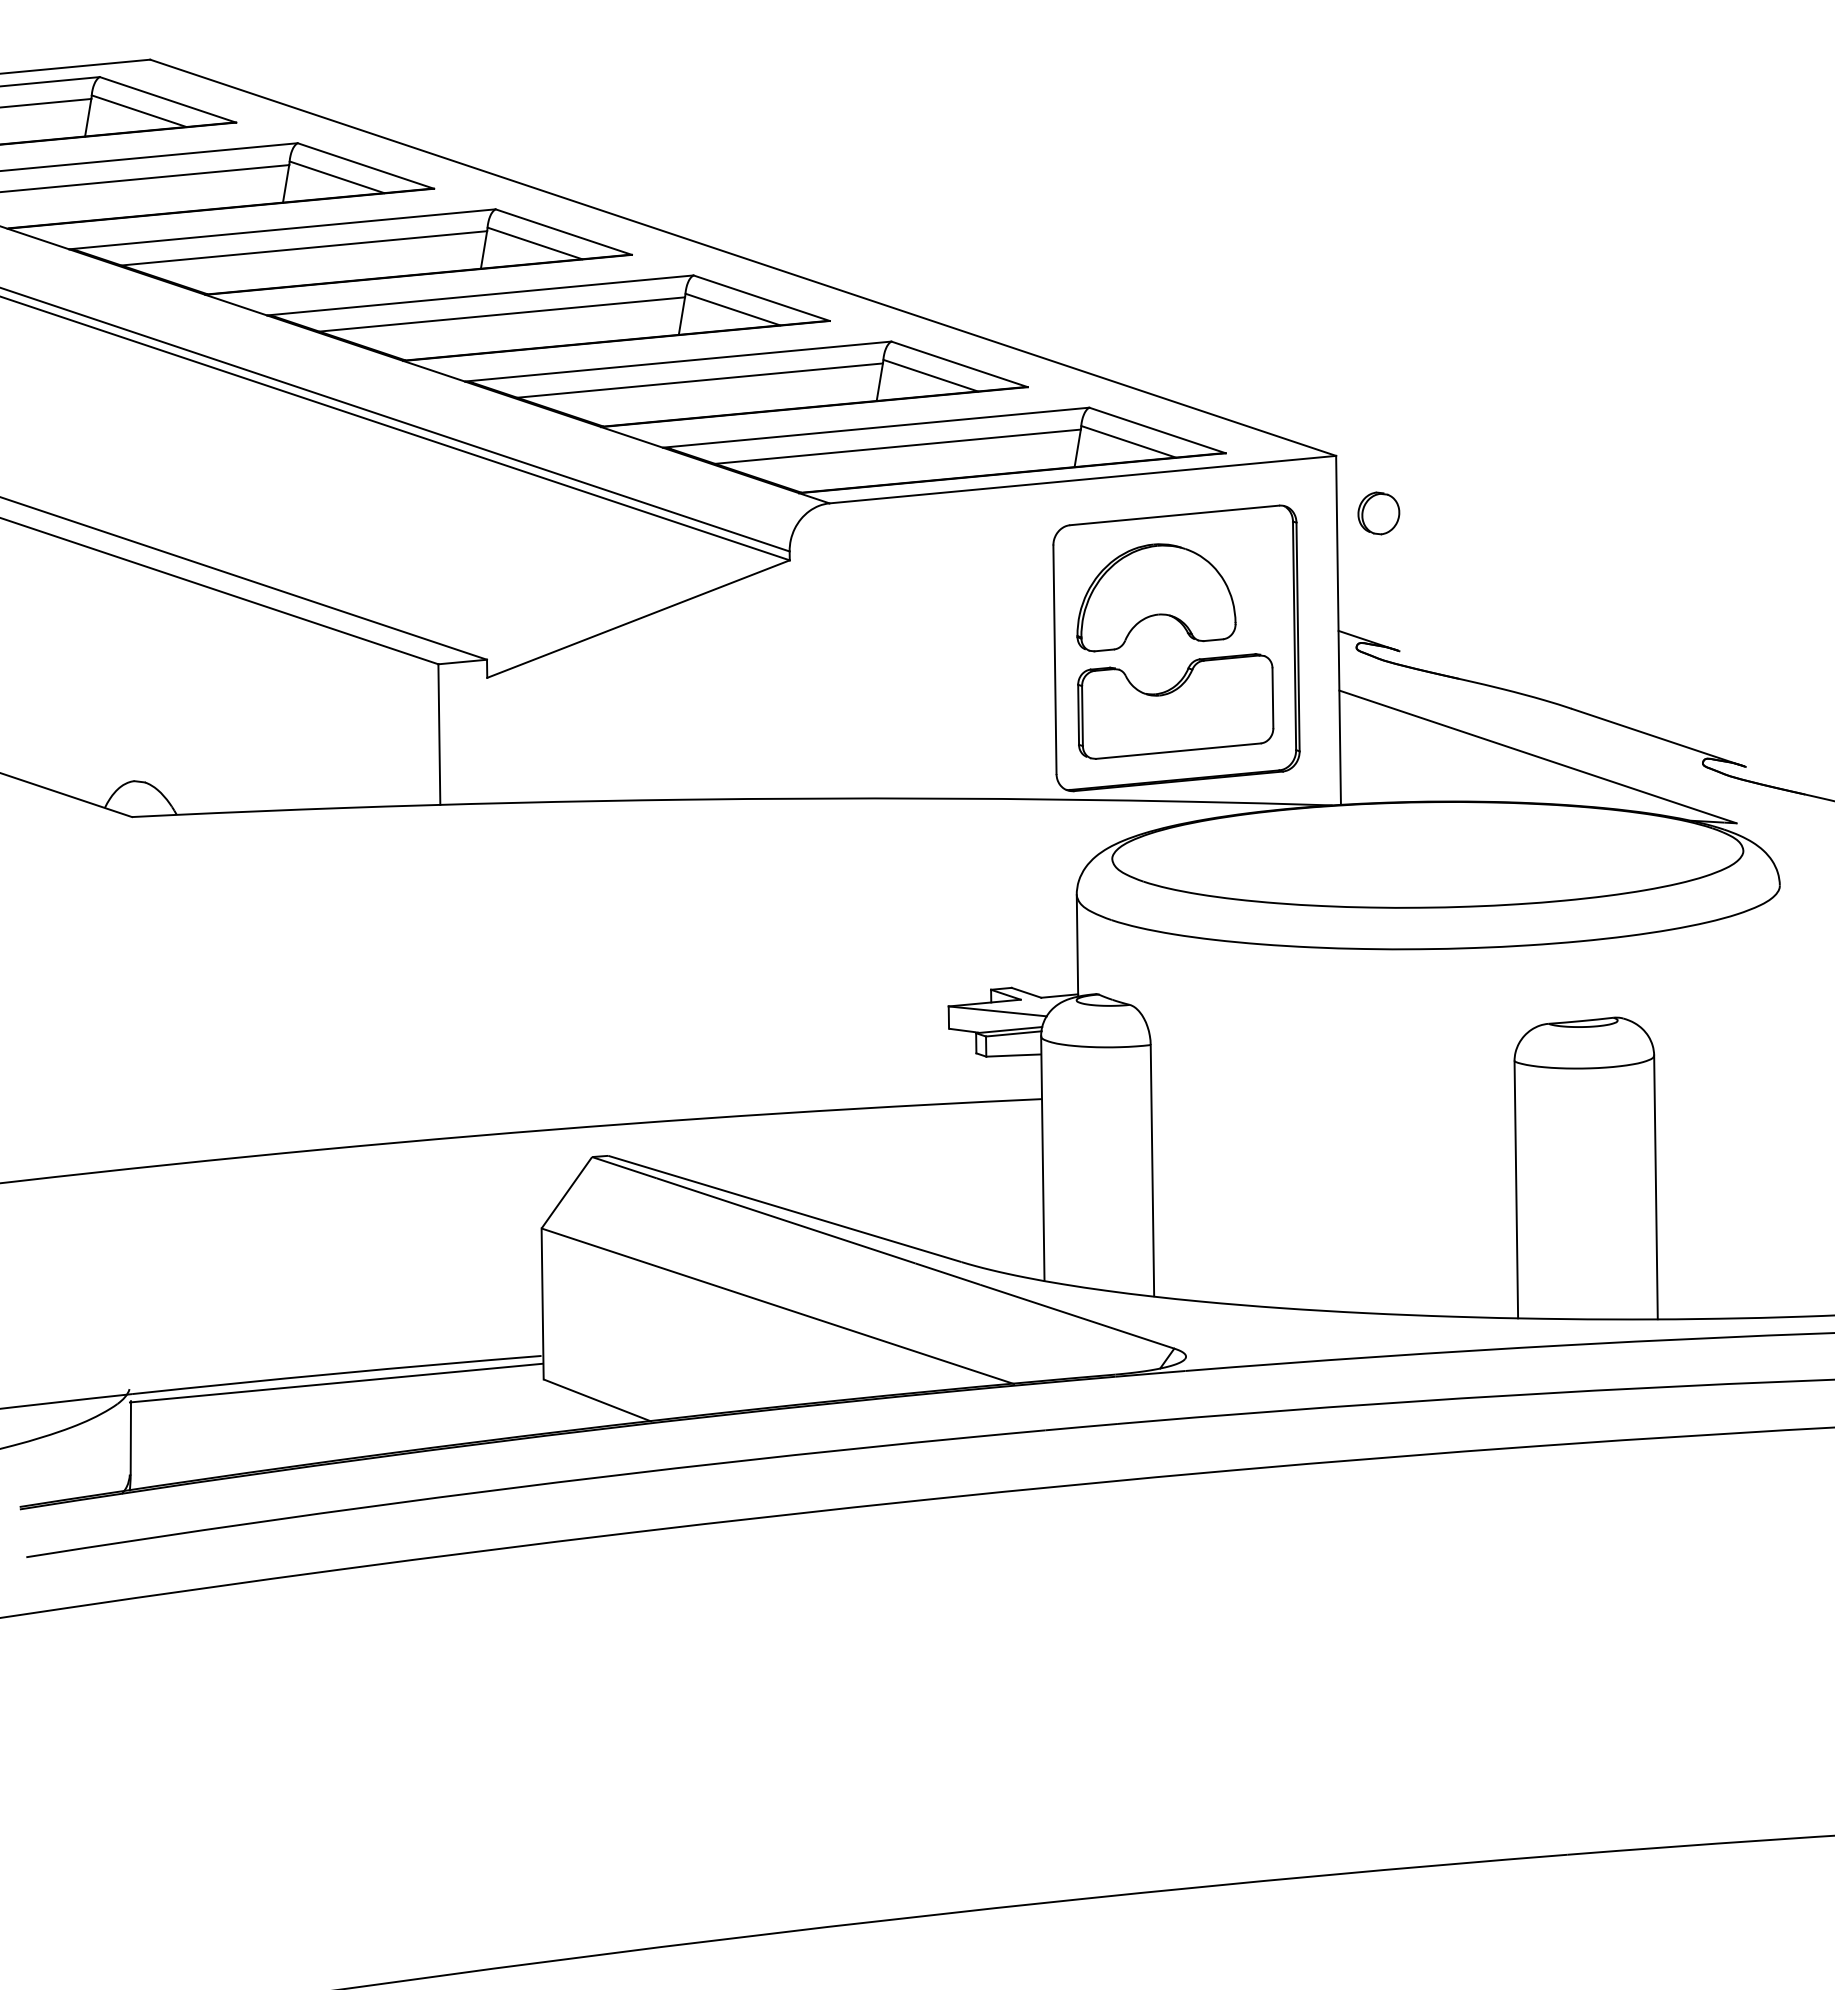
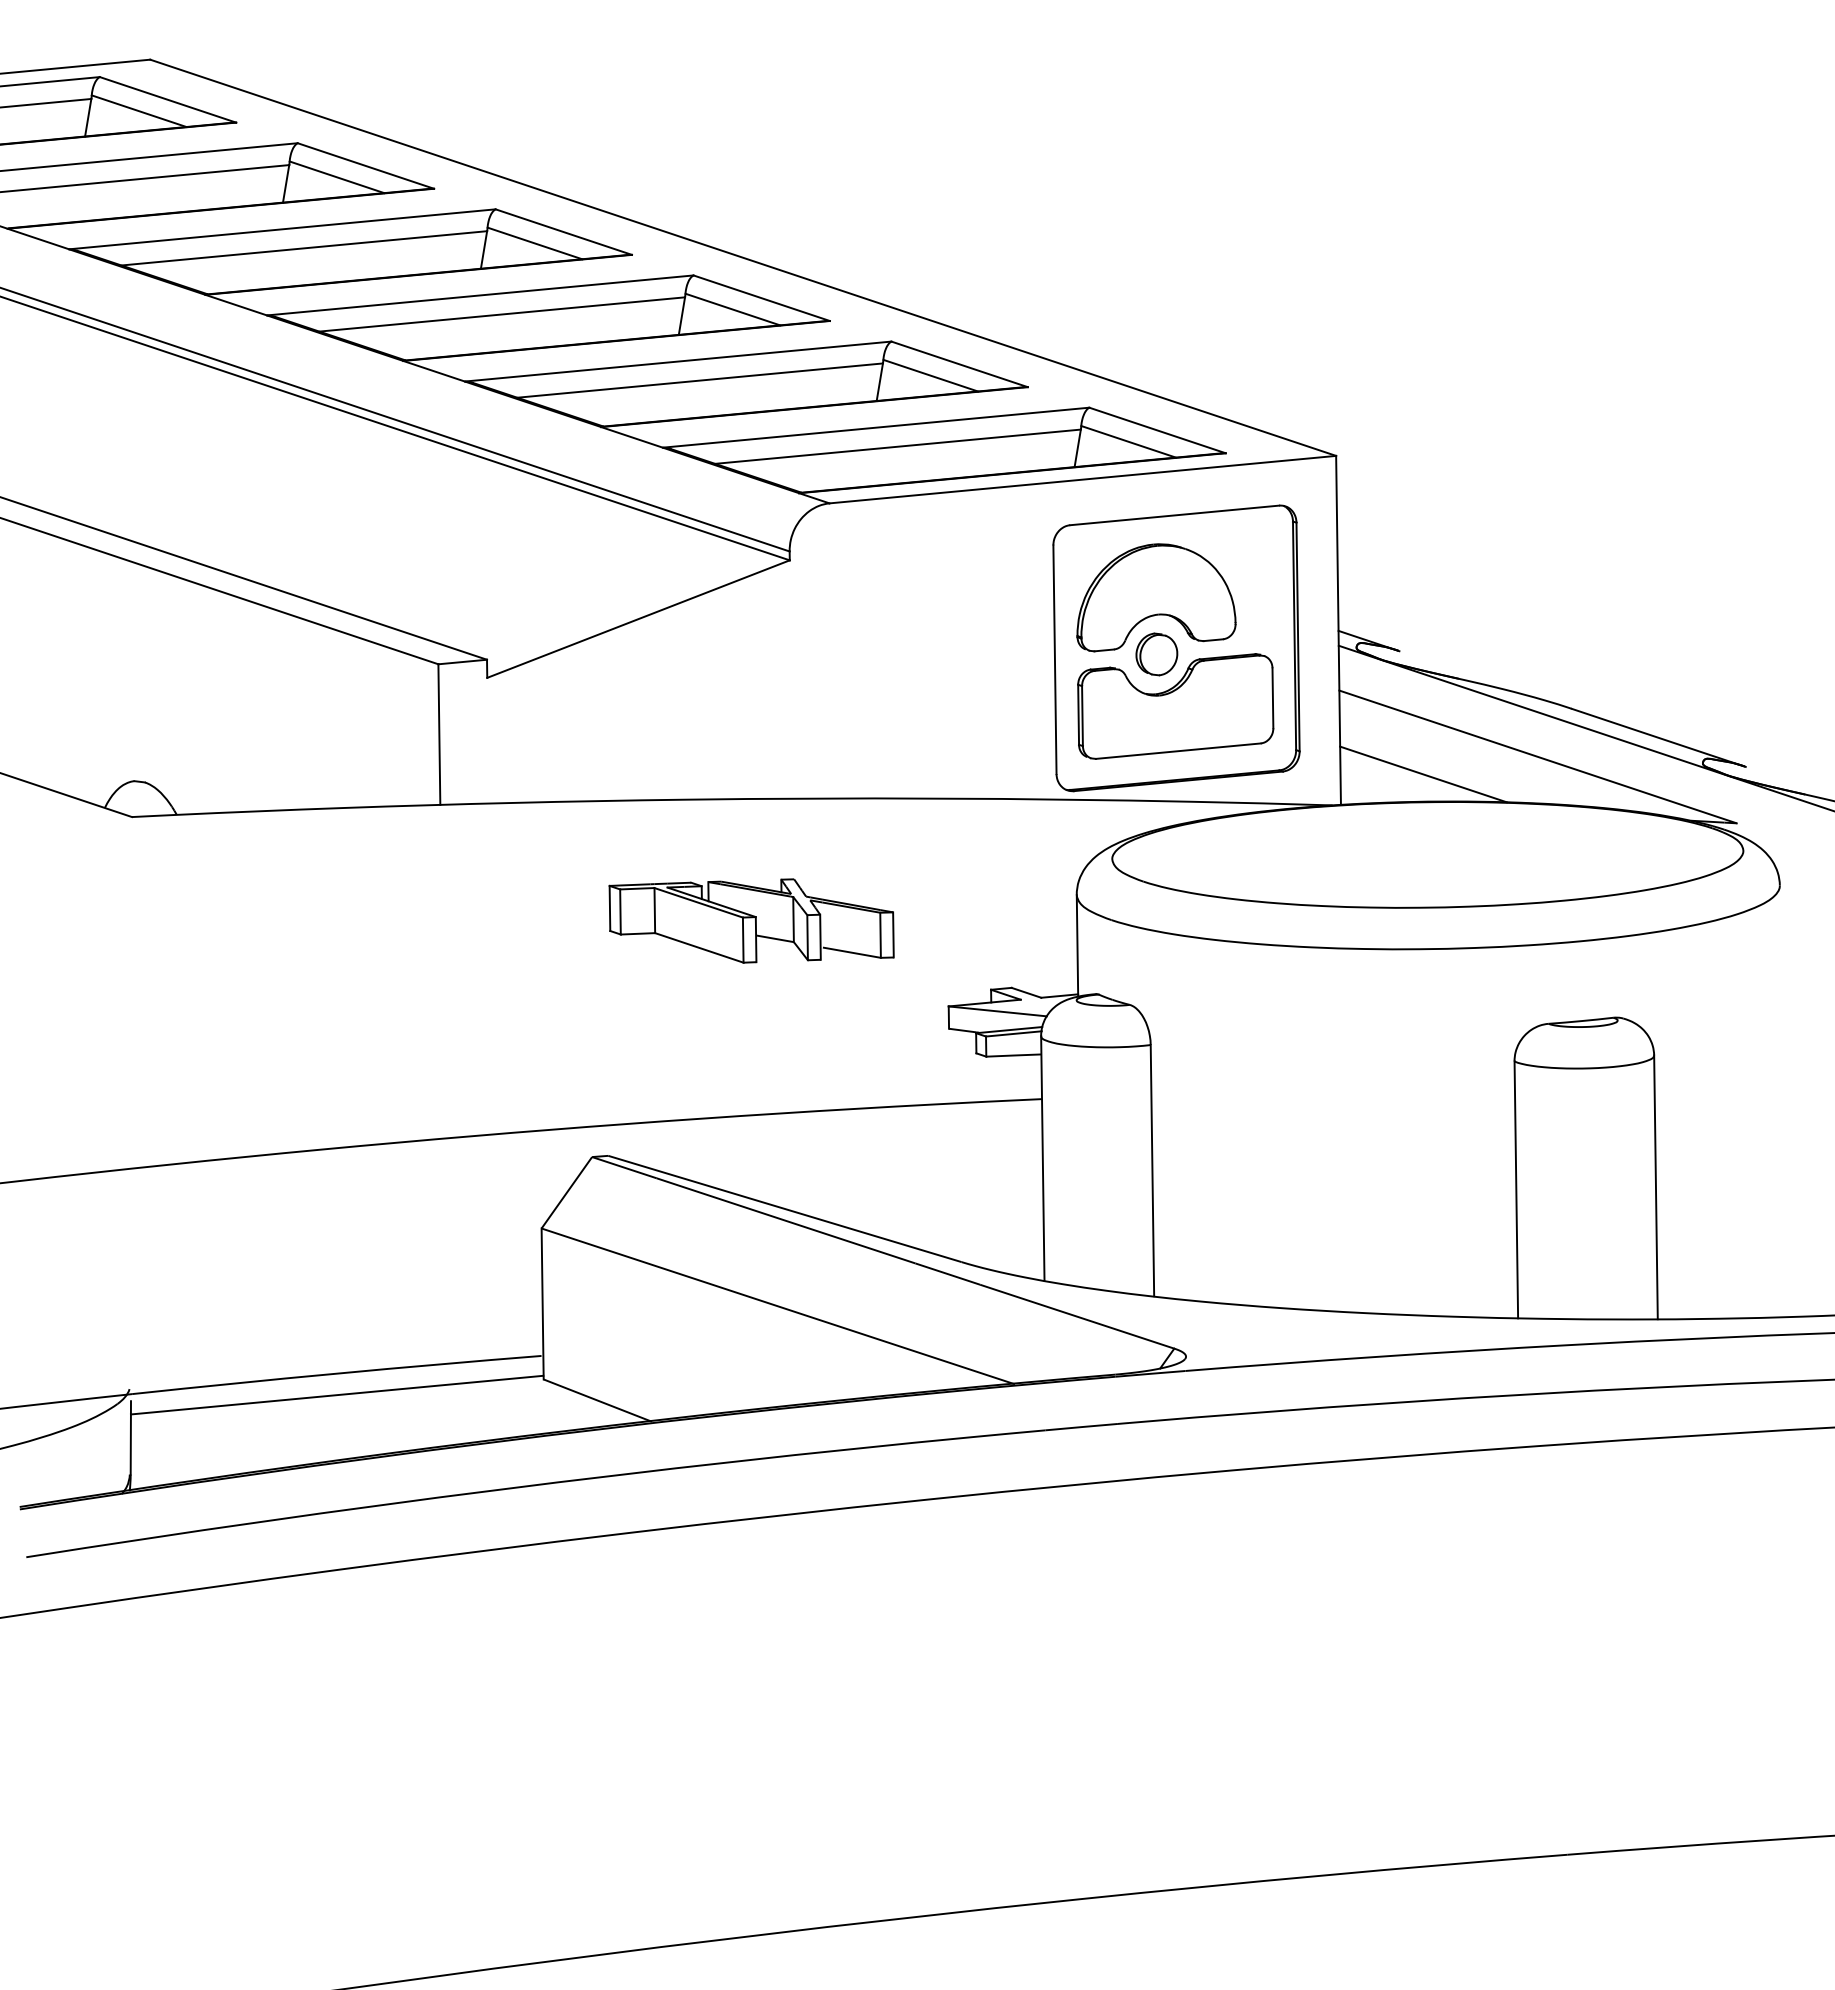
part at (1378, 513) position: (1378, 513) -> (1156, 654)
line at (1584, 727): none -> present
line at (1423, 774): none -> present
part at (751, 920): none -> present
line at (335, 1382) position: (335, 1382) -> (336, 1394)
